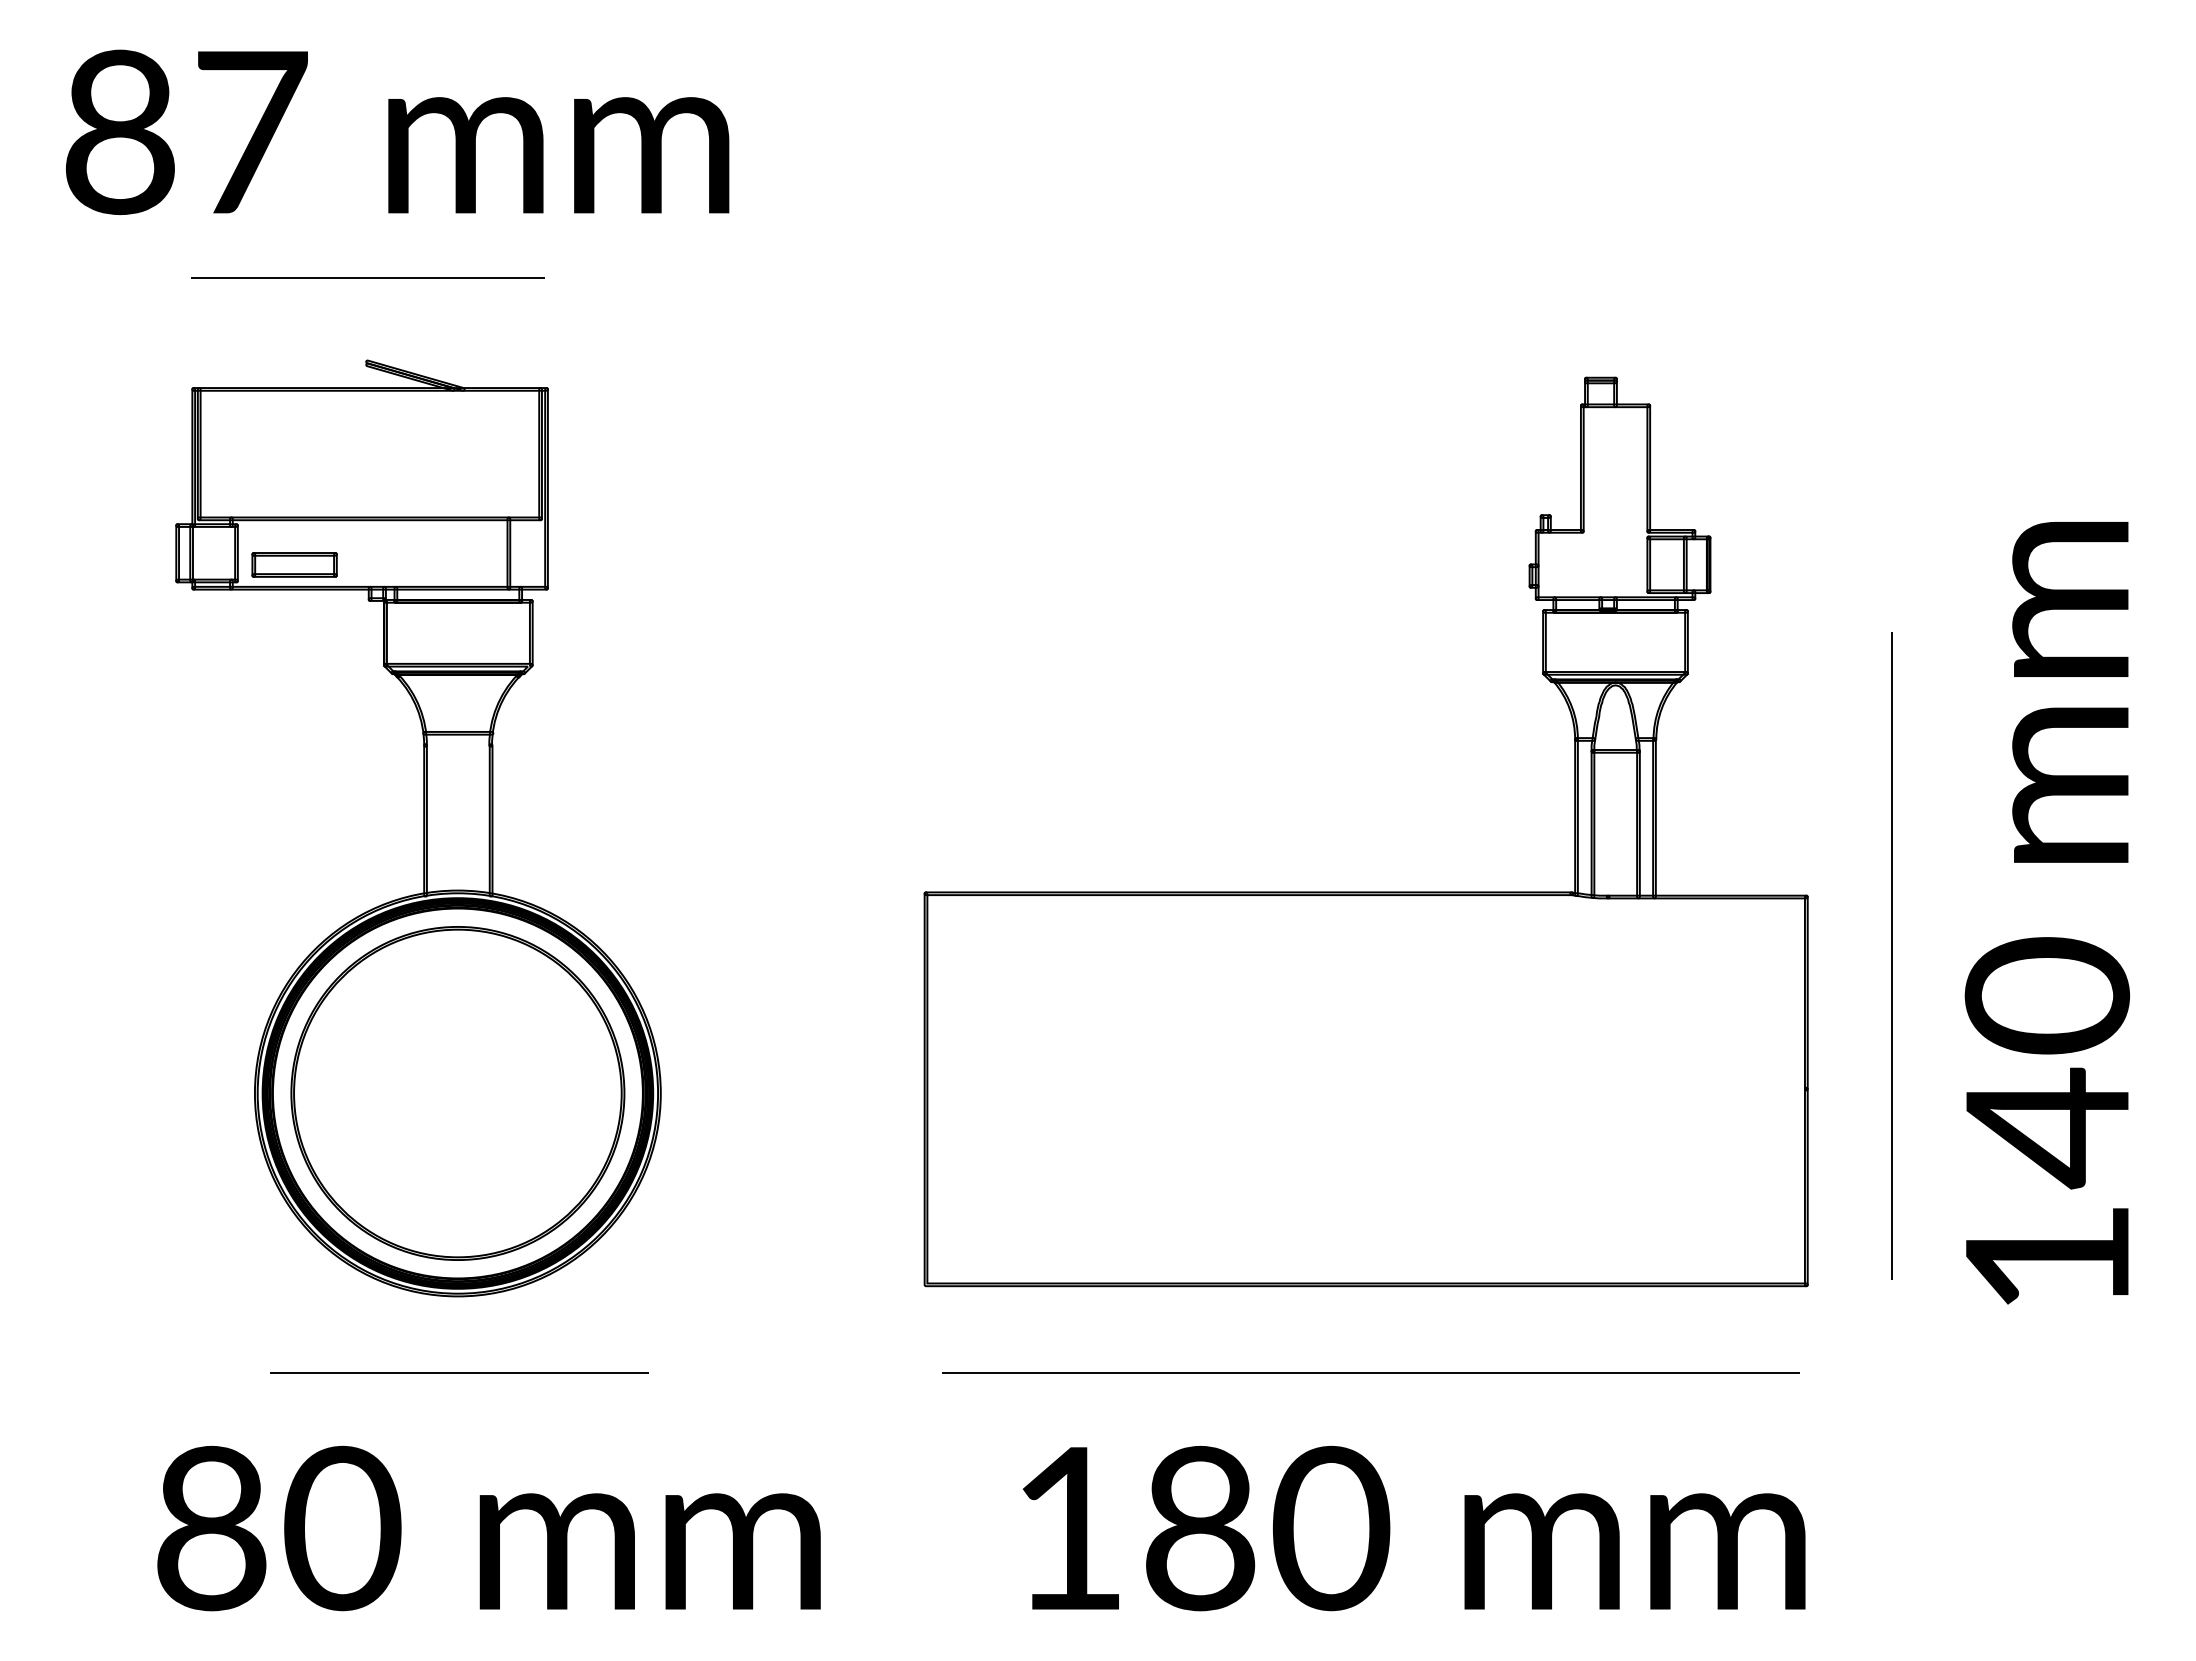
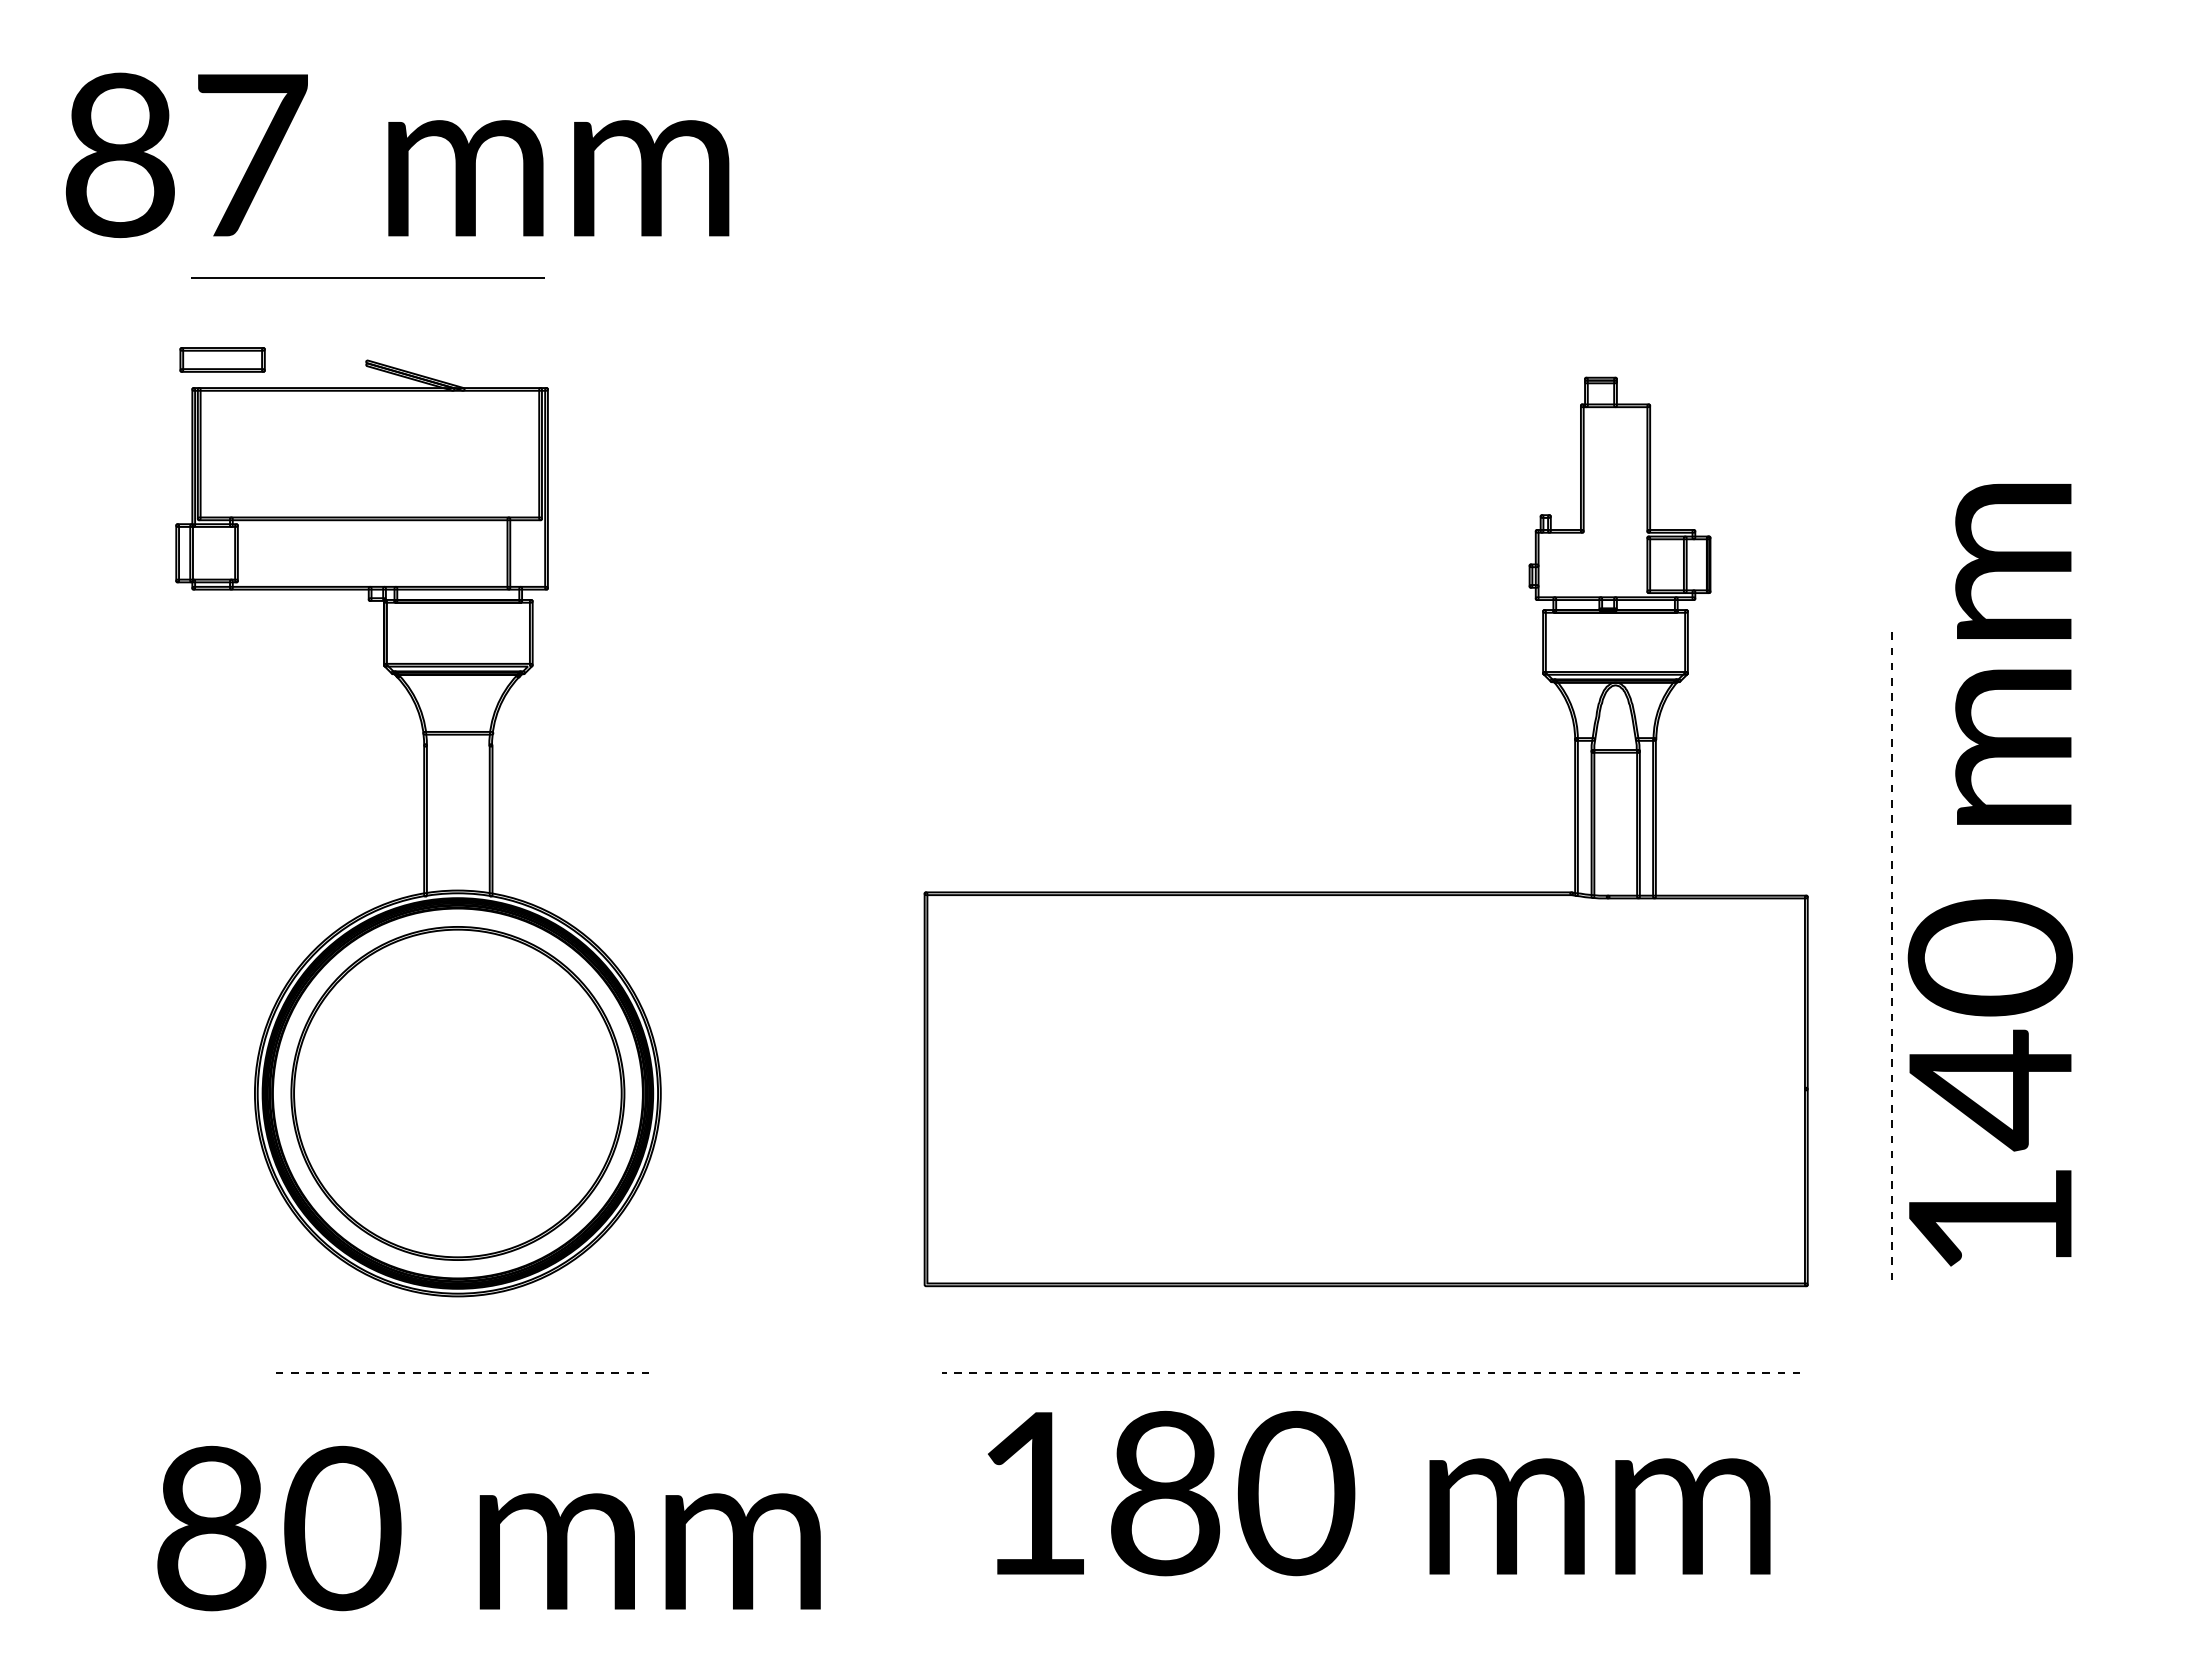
text at (397, 131) position: (397, 131) -> (397, 154)
part at (294, 564) position: (294, 564) -> (222, 359)
text at (2046, 913) position: (2046, 913) -> (1989, 875)
line at (1891, 956): solid -> dashed
line at (459, 1372): solid -> dashed
line at (1370, 1372): solid -> dashed
text at (1414, 1528) position: (1414, 1528) -> (1379, 1493)
